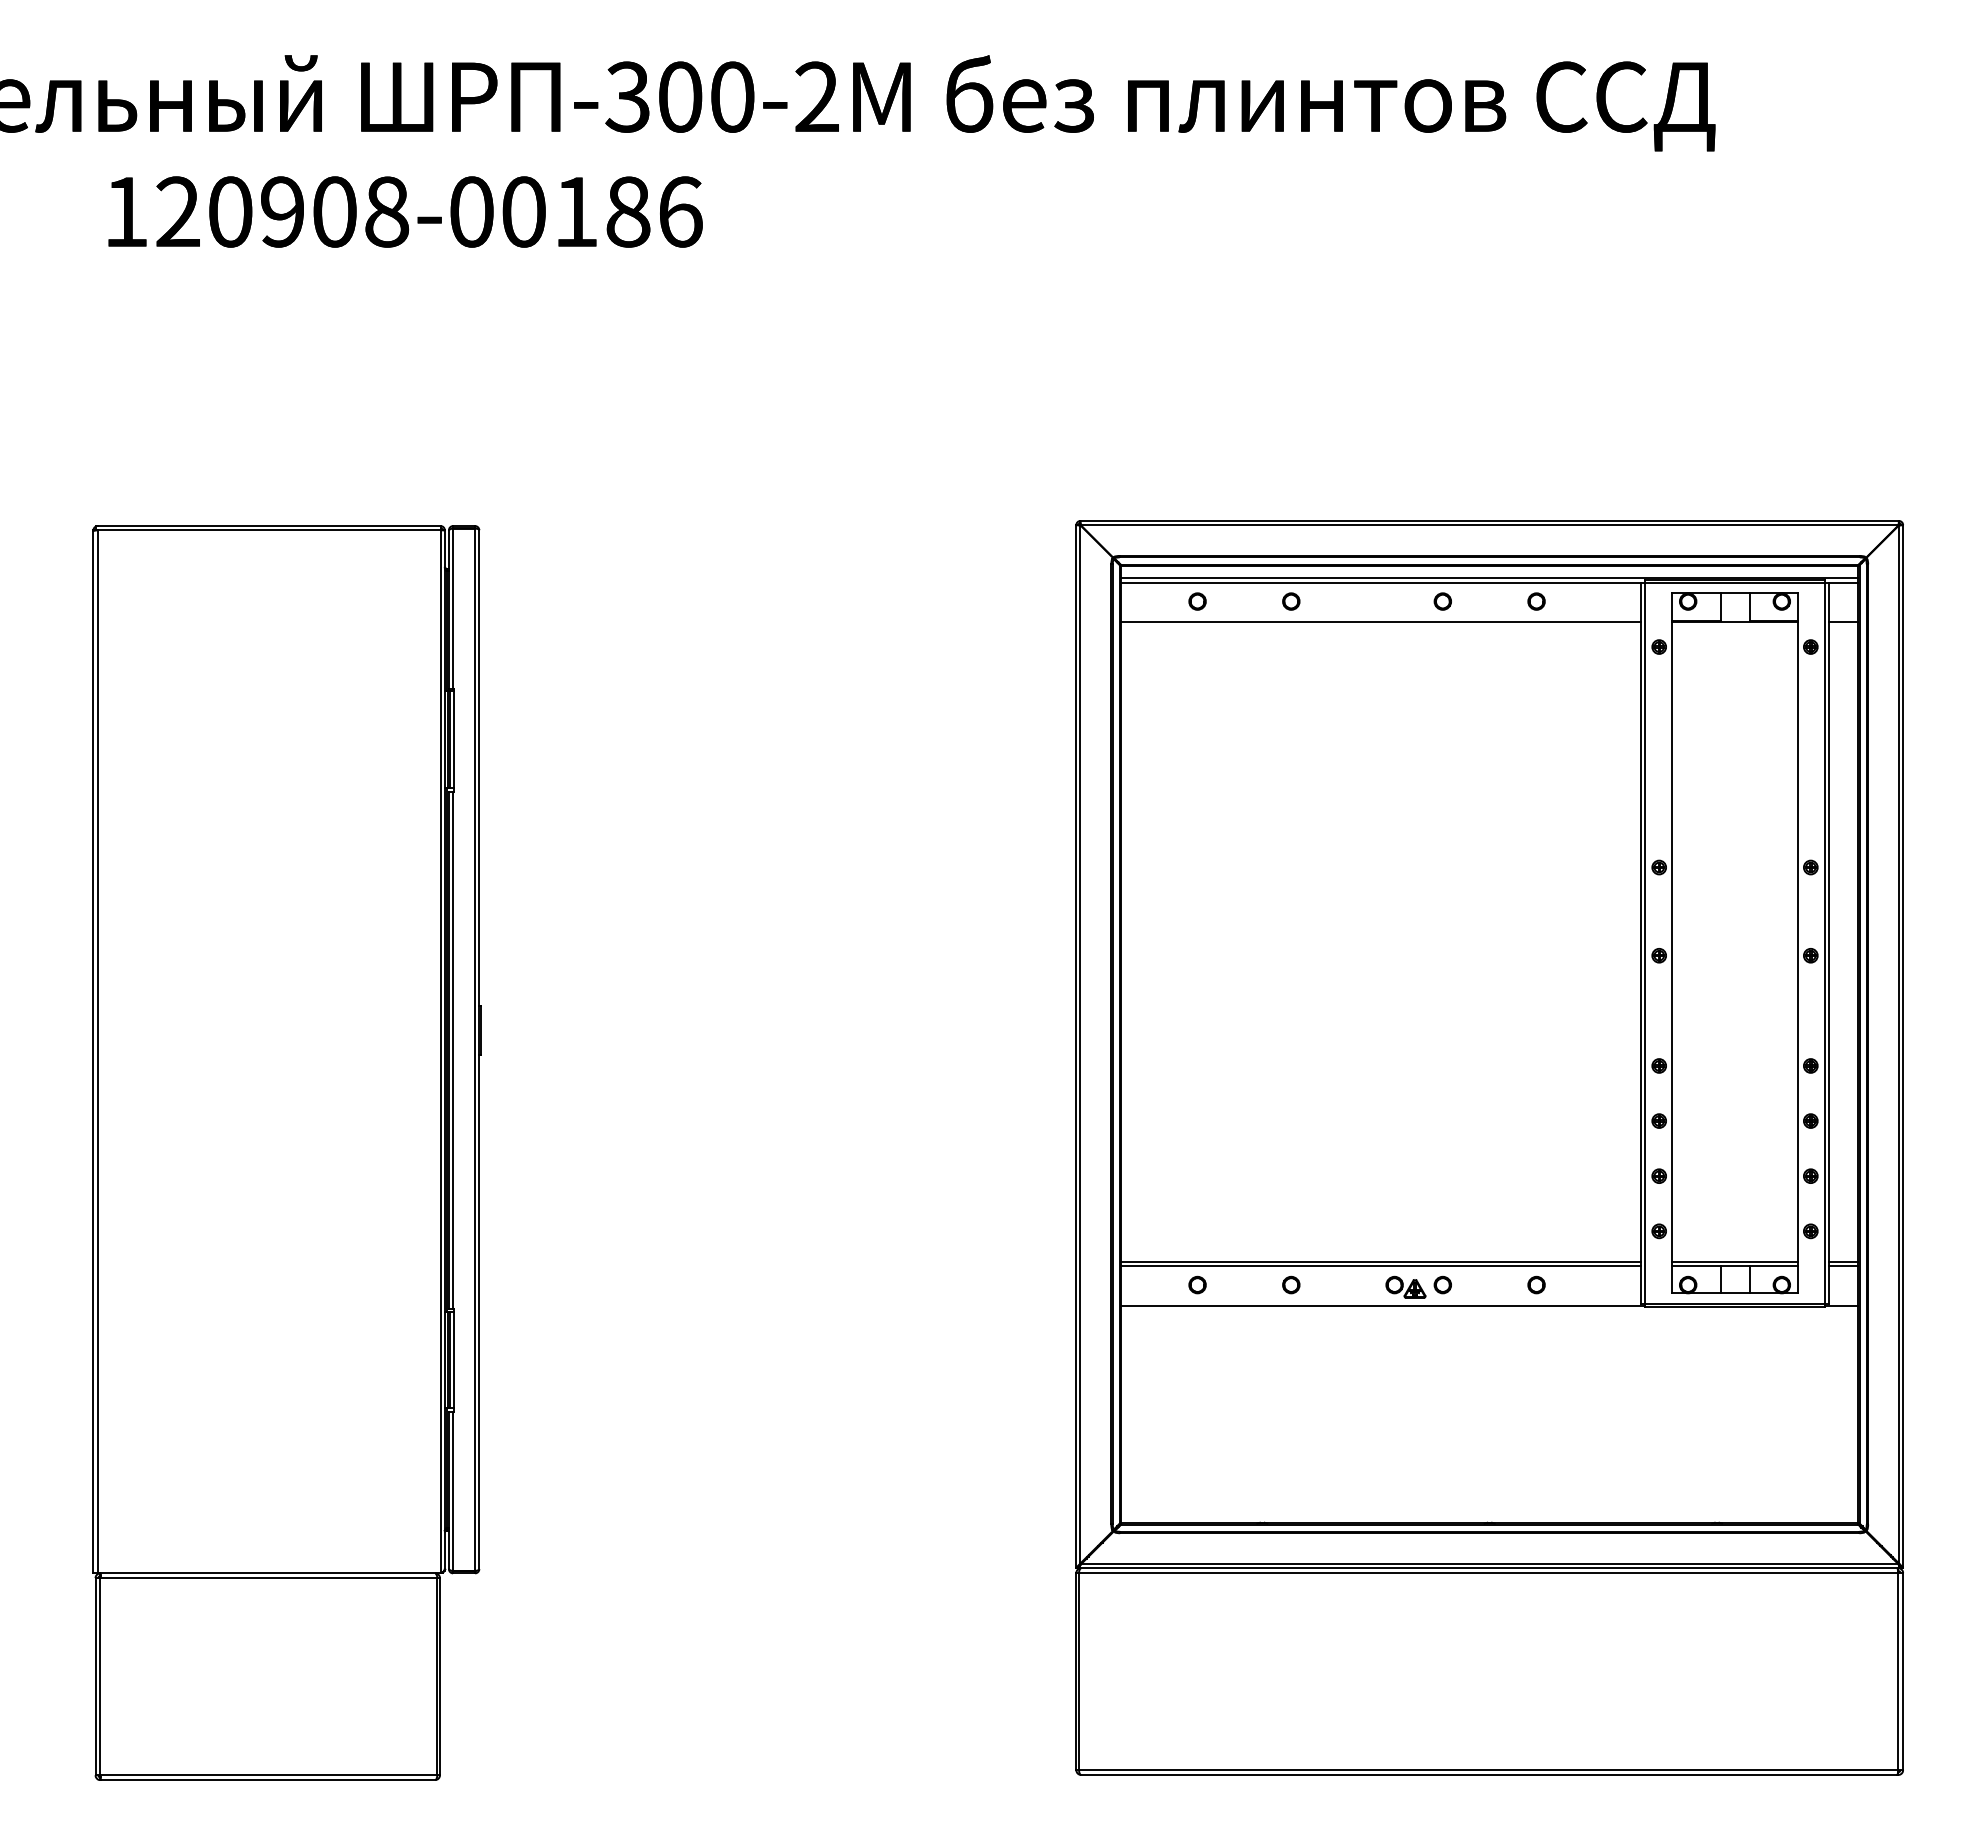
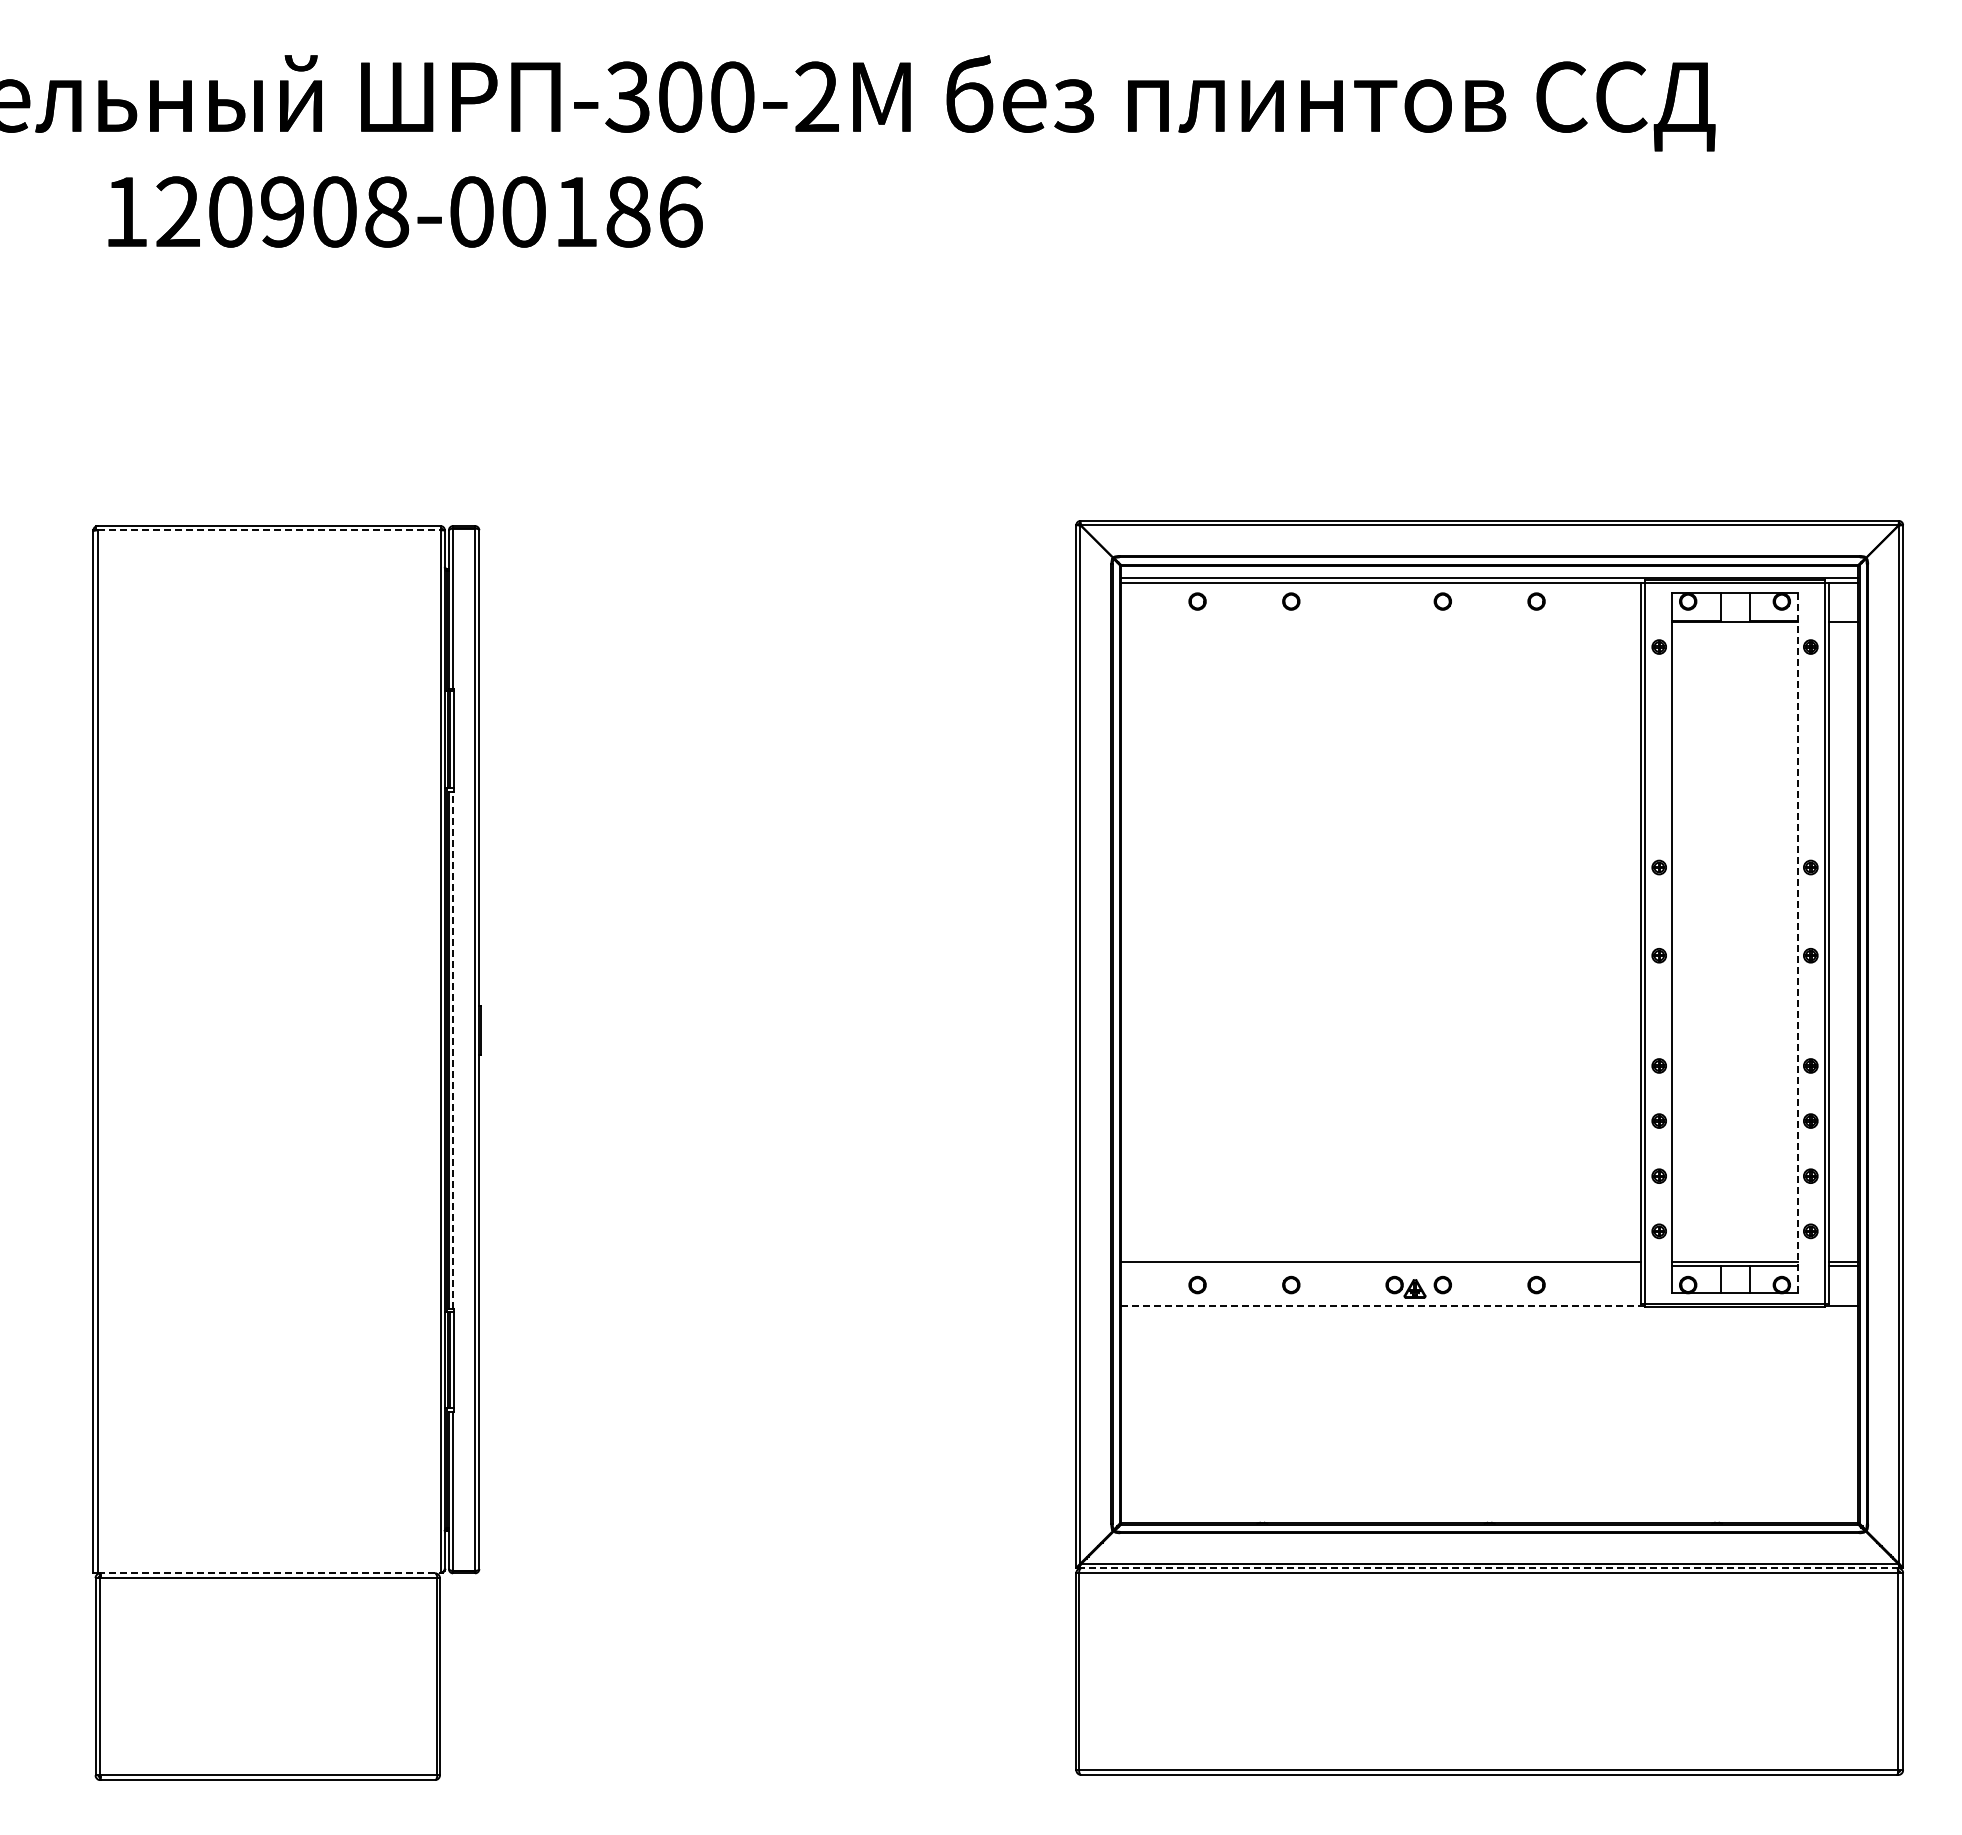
line at (269, 530): solid -> dashed
line at (1381, 622): present -> none
line at (1797, 942): solid -> dashed
line at (453, 1049): solid -> dashed
line at (1381, 1266): present -> none
line at (1382, 1305): solid -> dashed
line at (1489, 1568): solid -> dashed
line at (269, 1573): solid -> dashed
